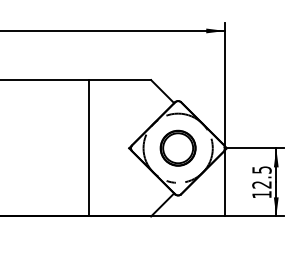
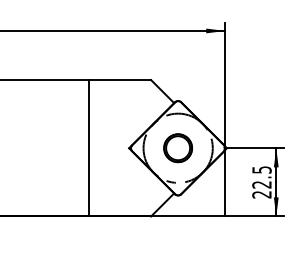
part at (177, 147) size: 38x38 px -> 30x31 px
text at (261, 194): 12.5 -> 22.5
